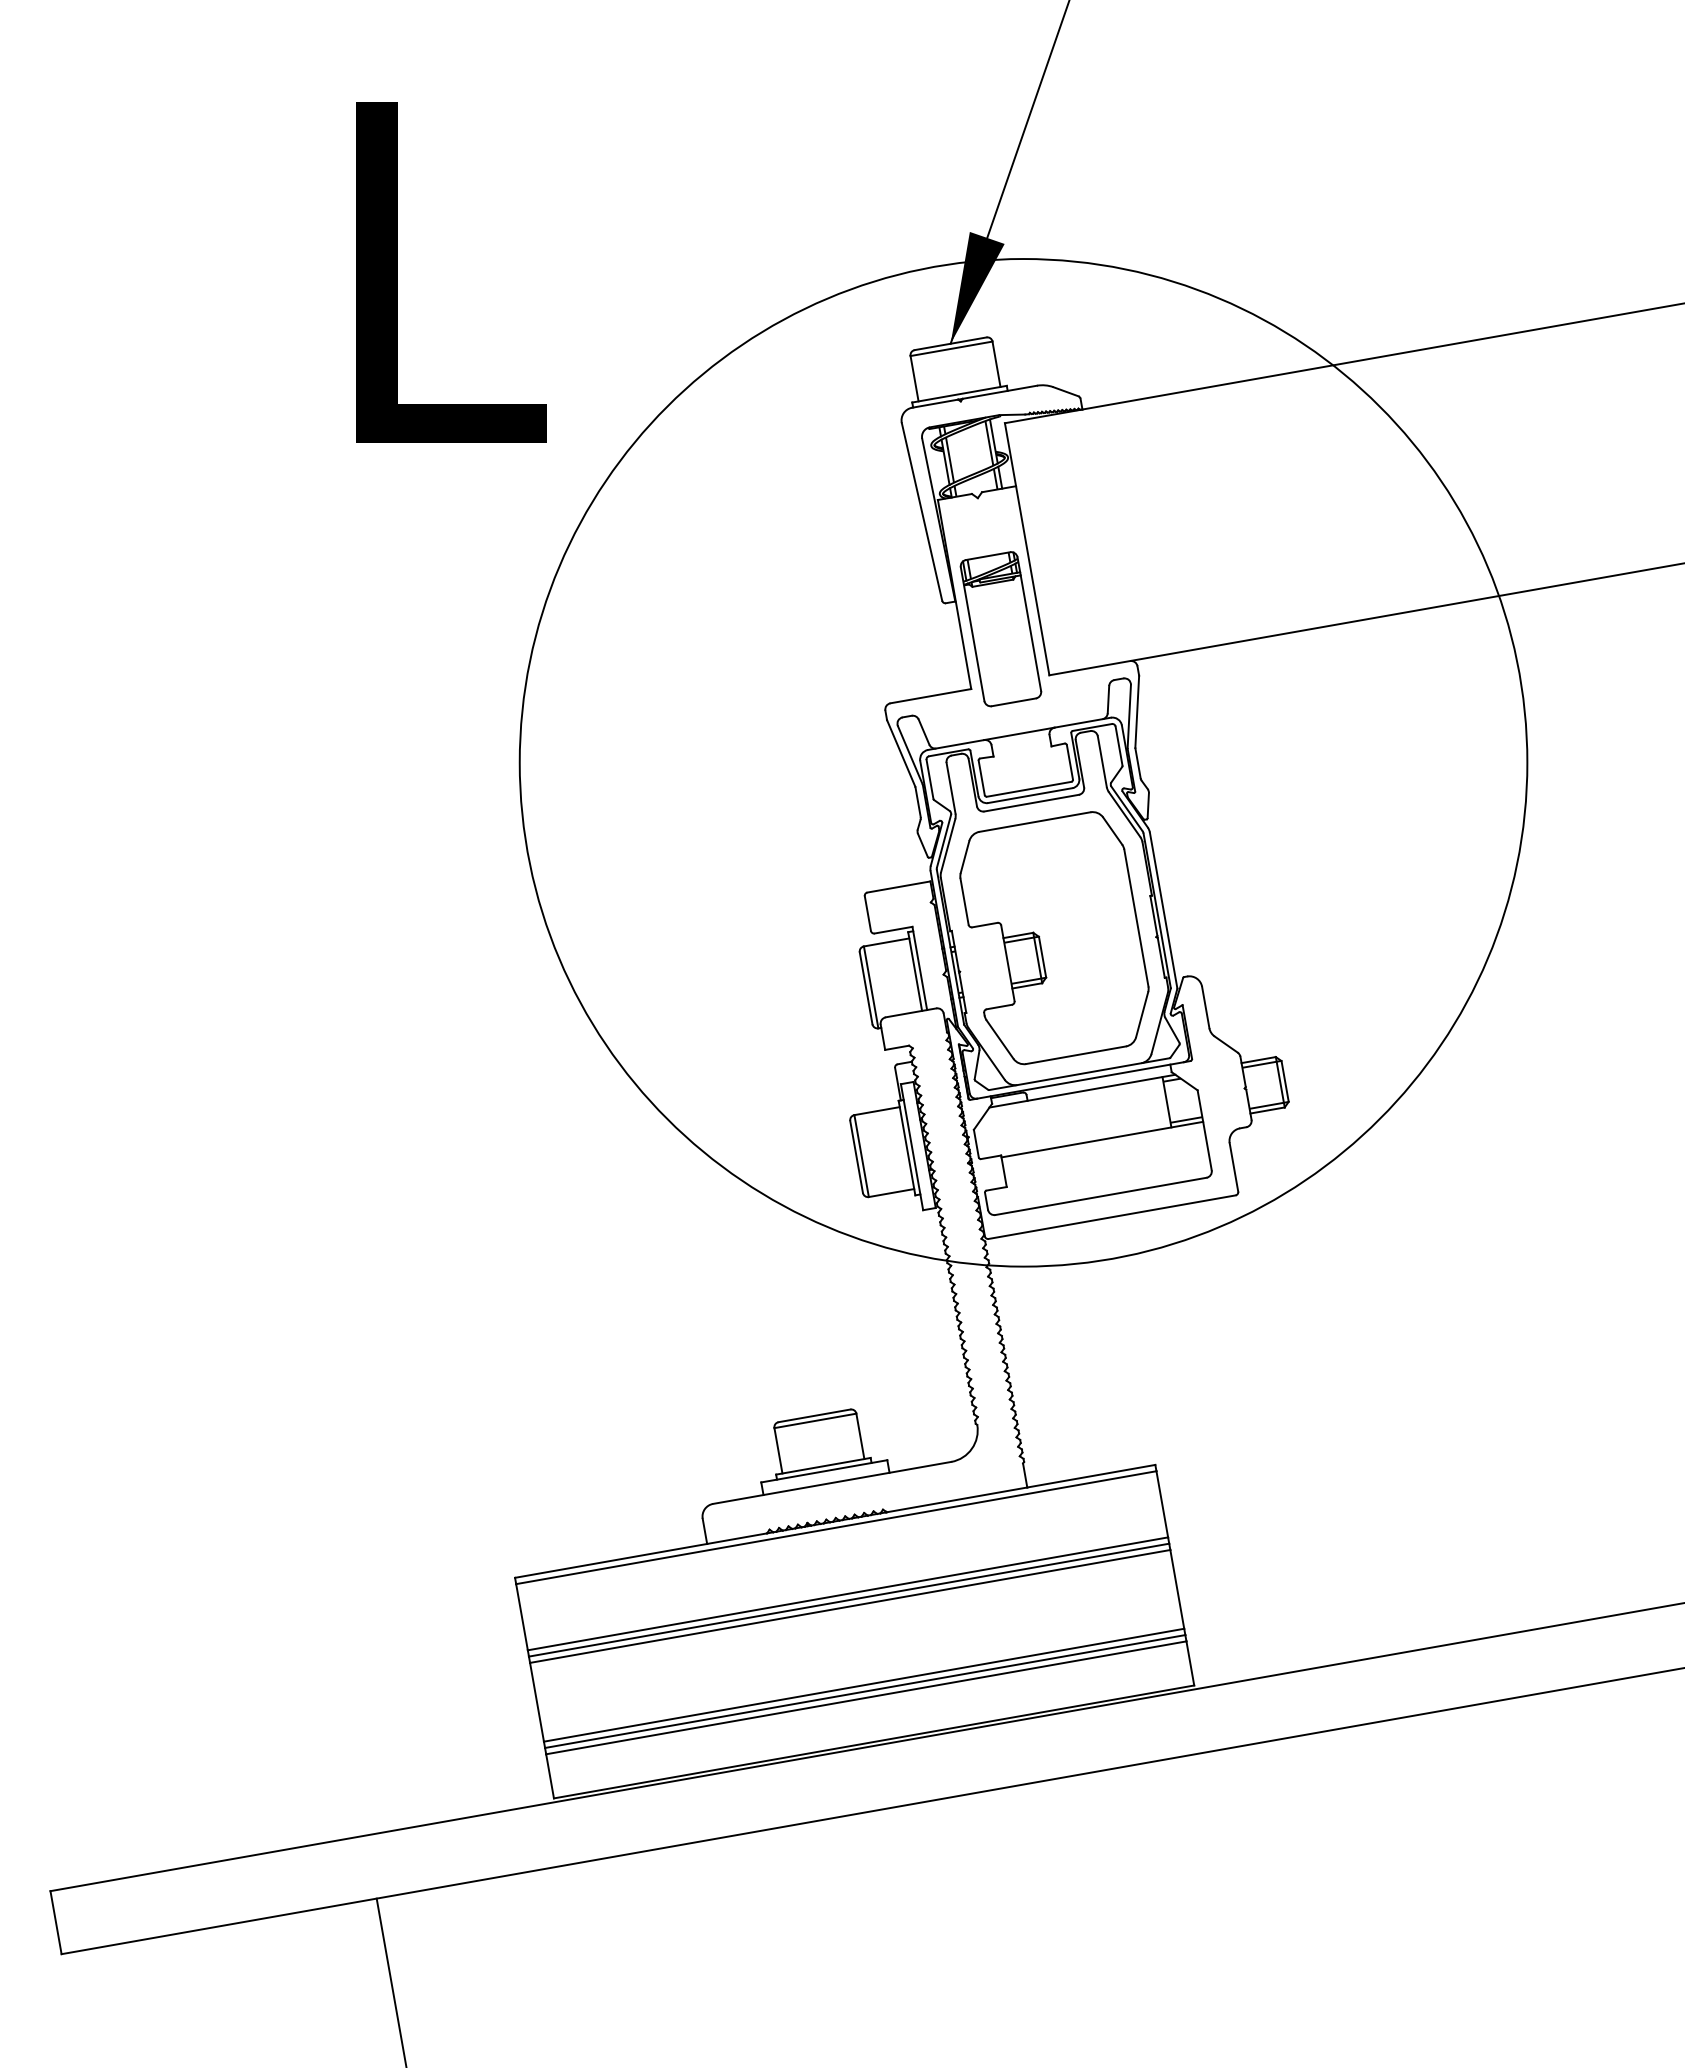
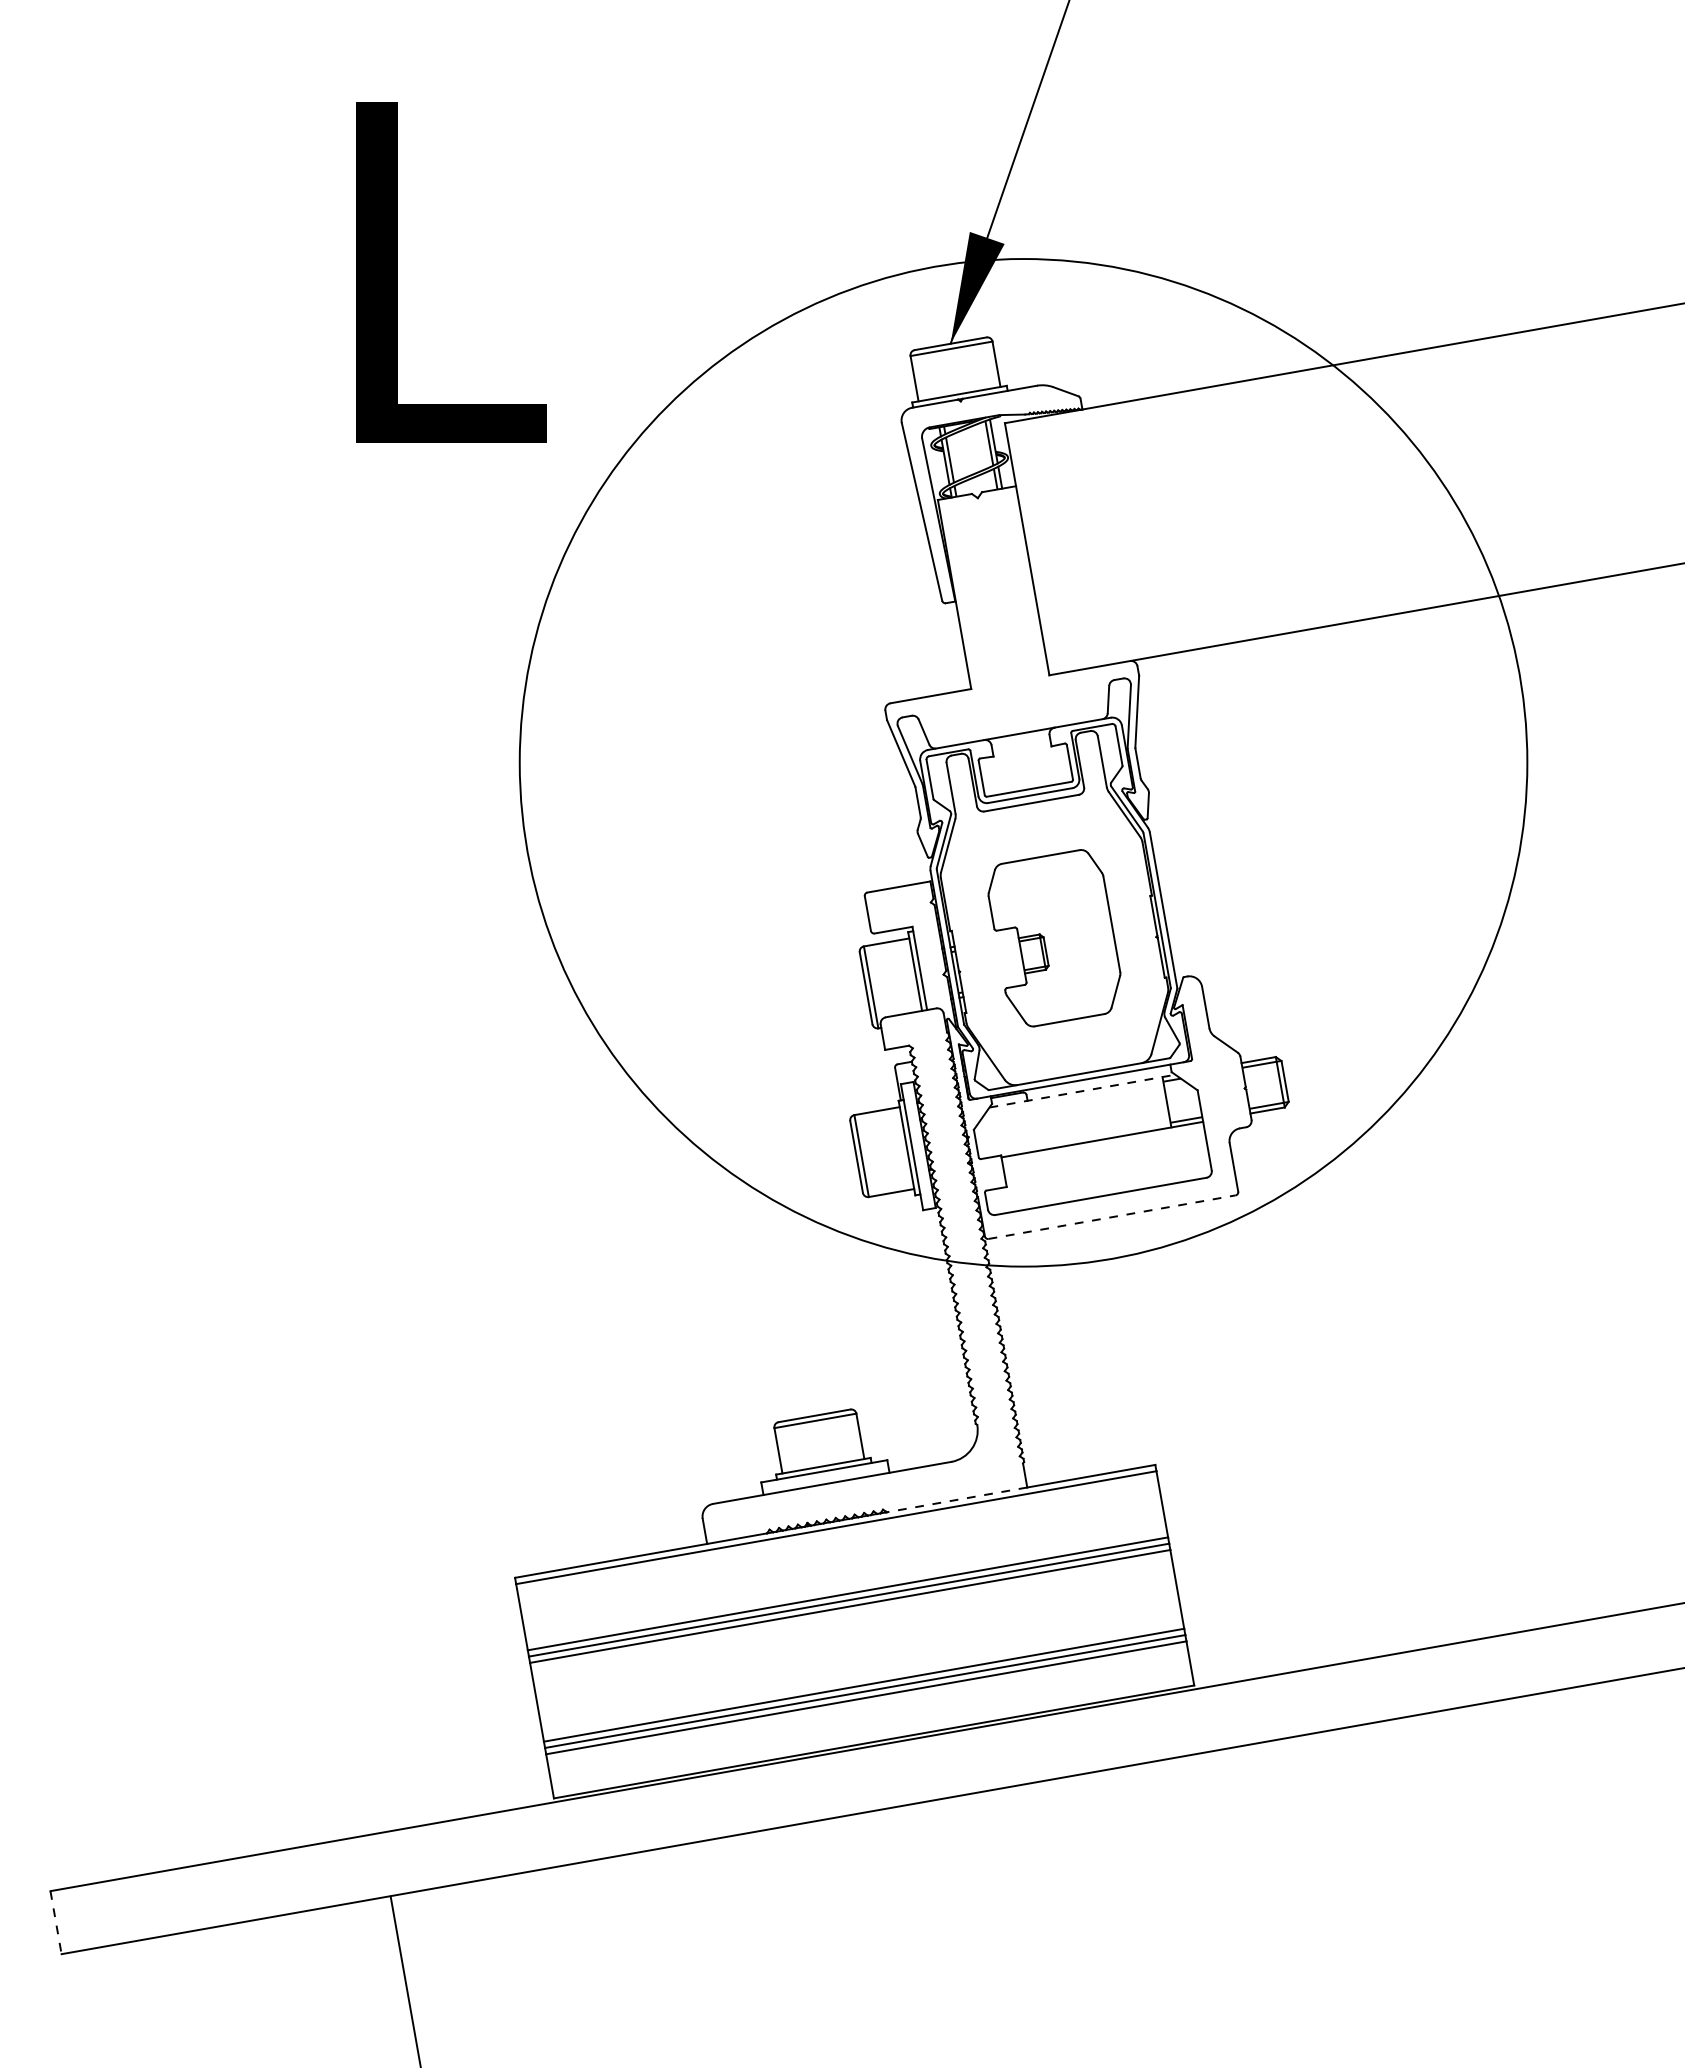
part at (1000, 629): present -> none
part at (1054, 938) size: 191x255 px -> 135x179 px
line at (1082, 1091): solid -> dashed
line at (1112, 1217): solid -> dashed
line at (956, 1499): solid -> dashed
line at (56, 1922): solid -> dashed
line at (390, 1981) position: (390, 1981) -> (405, 1980)
